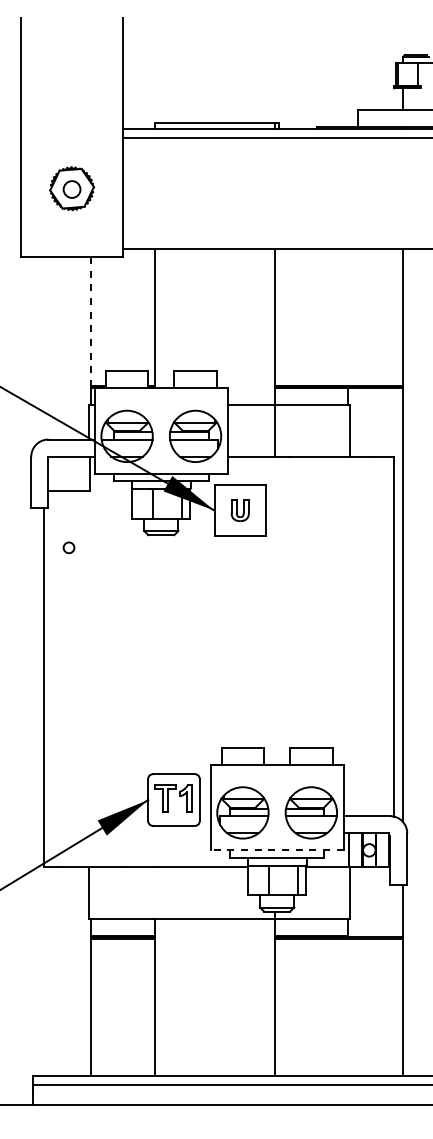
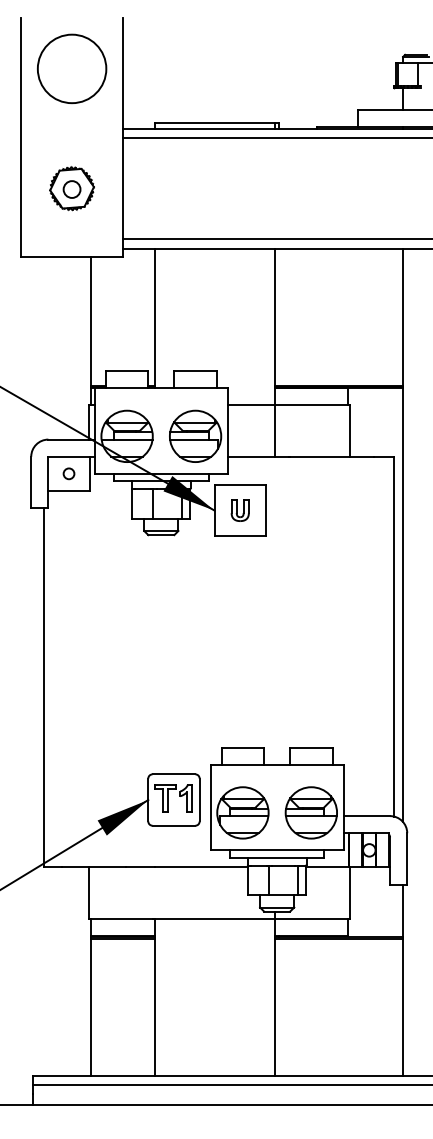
circle at (72, 68): none -> present
line at (276, 239): none -> present
line at (90, 321): dashed -> solid
circle at (68, 547) position: (68, 547) -> (68, 473)
line at (276, 850): dashed -> solid
